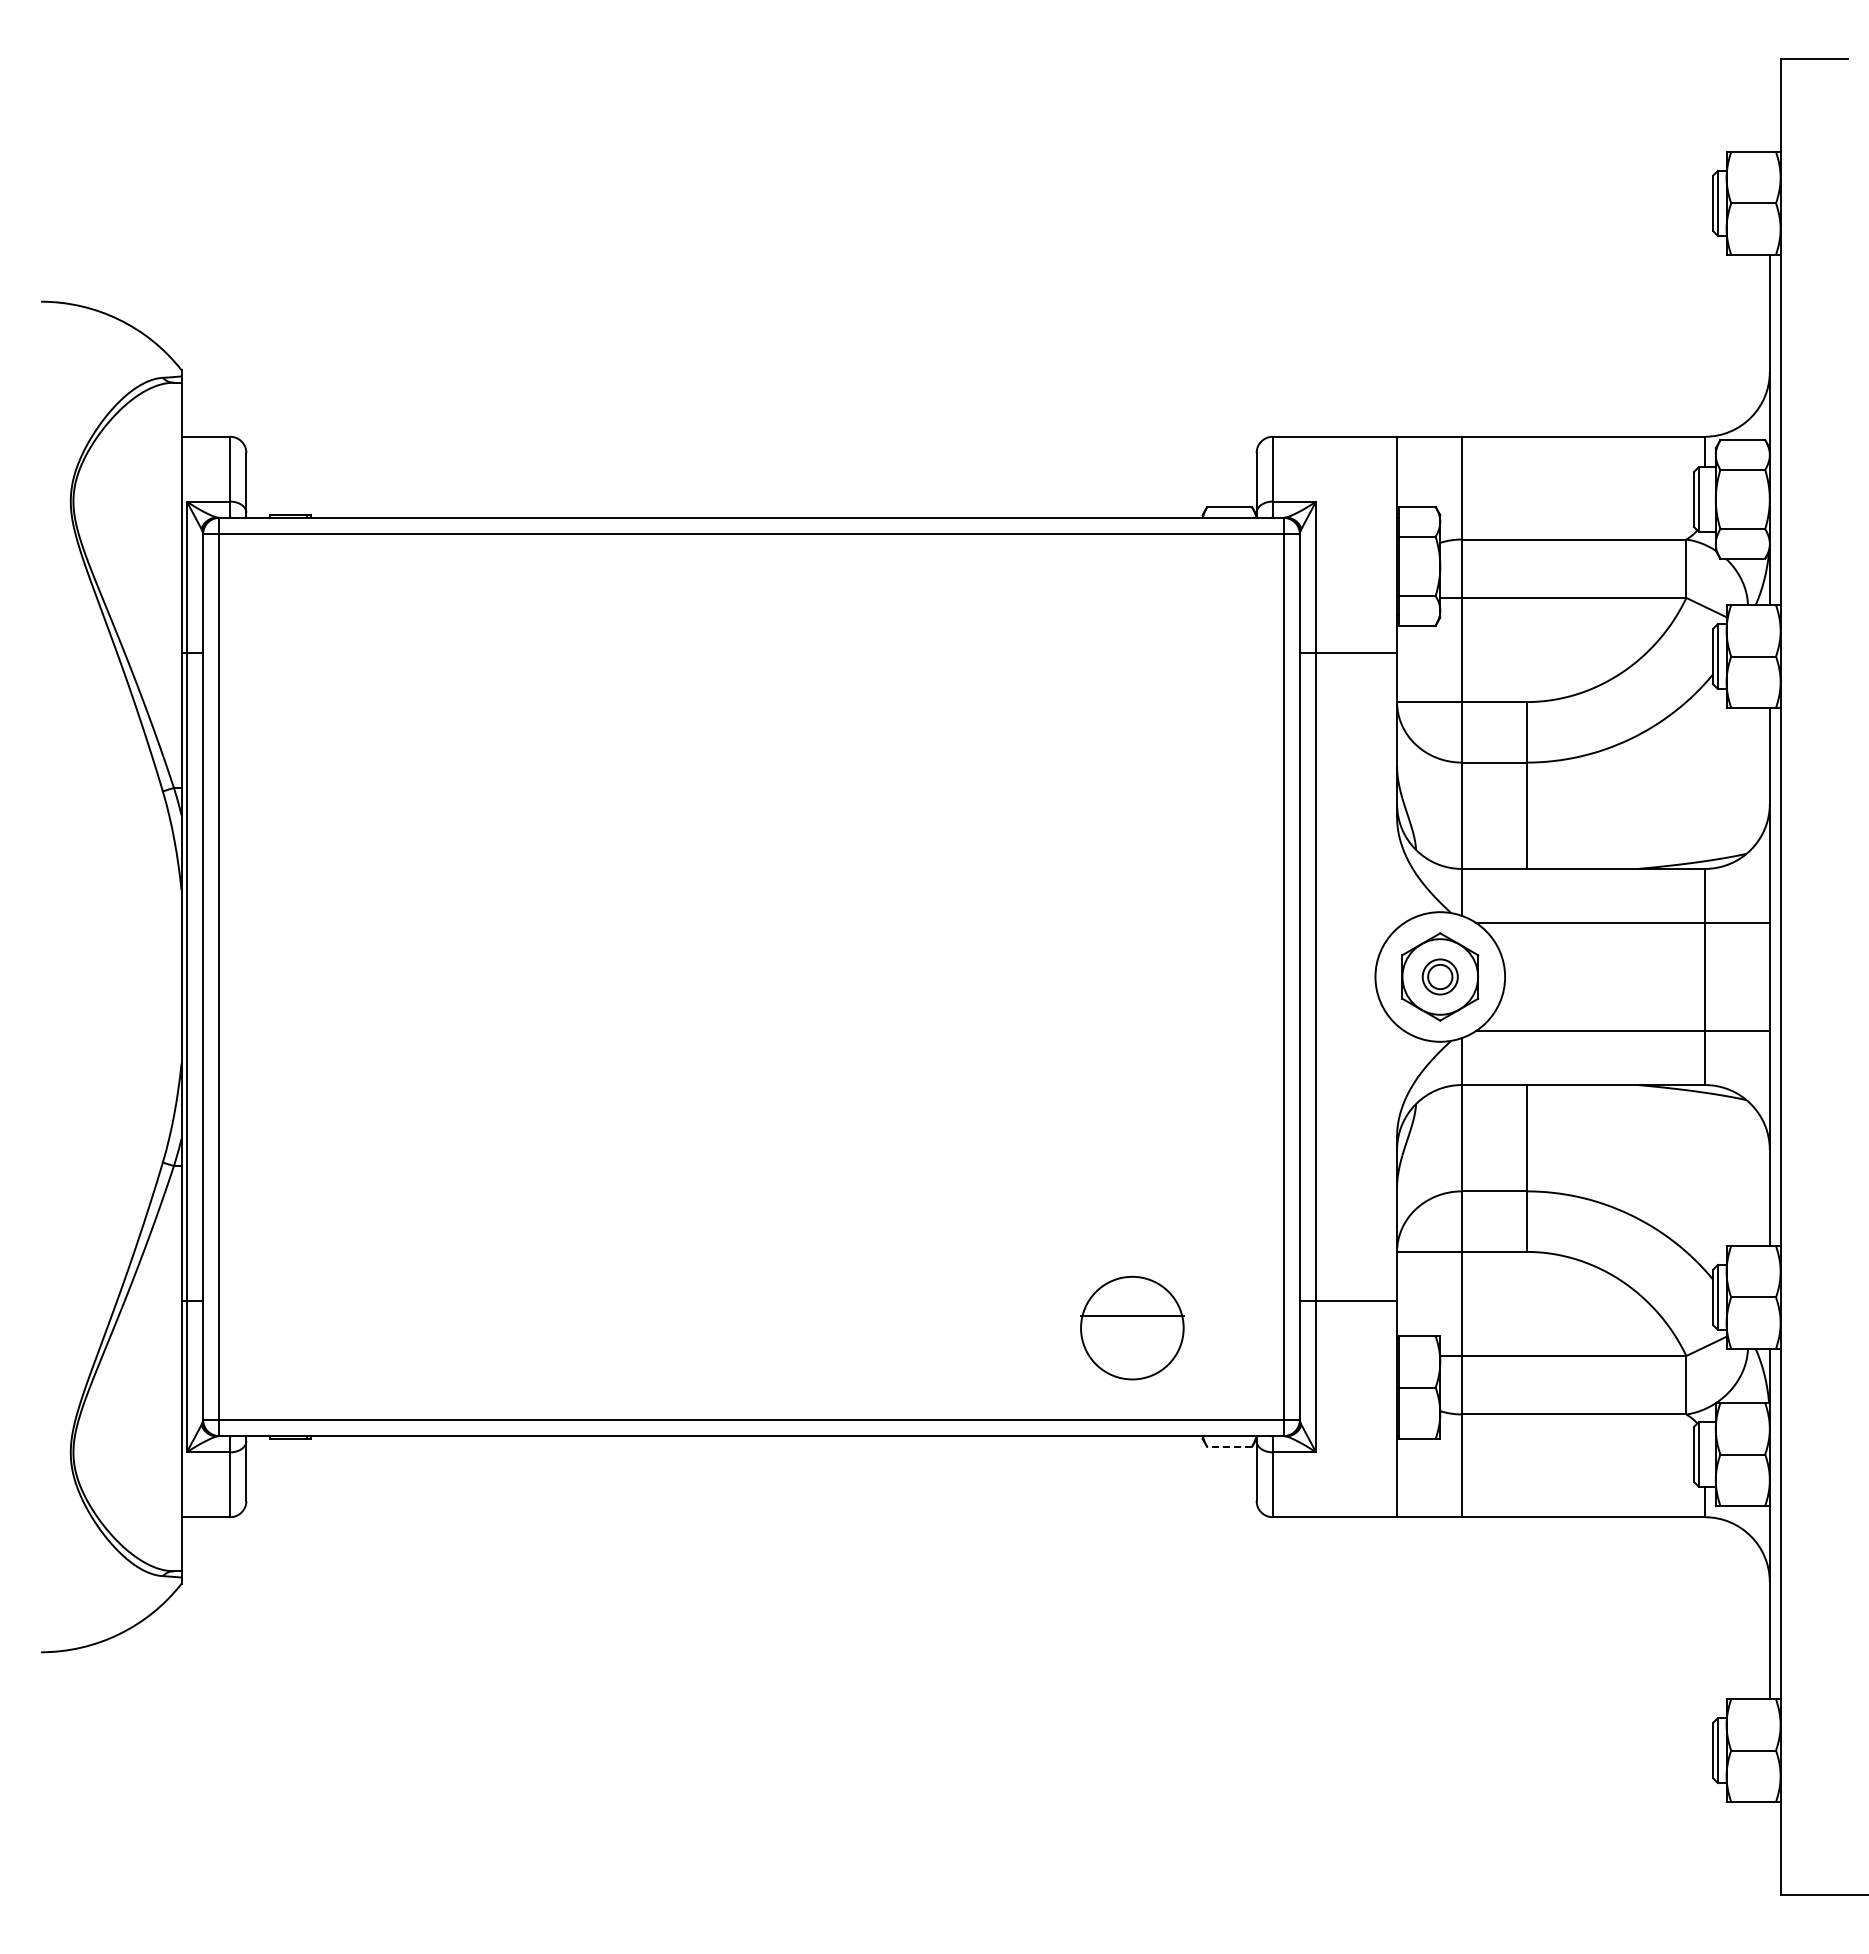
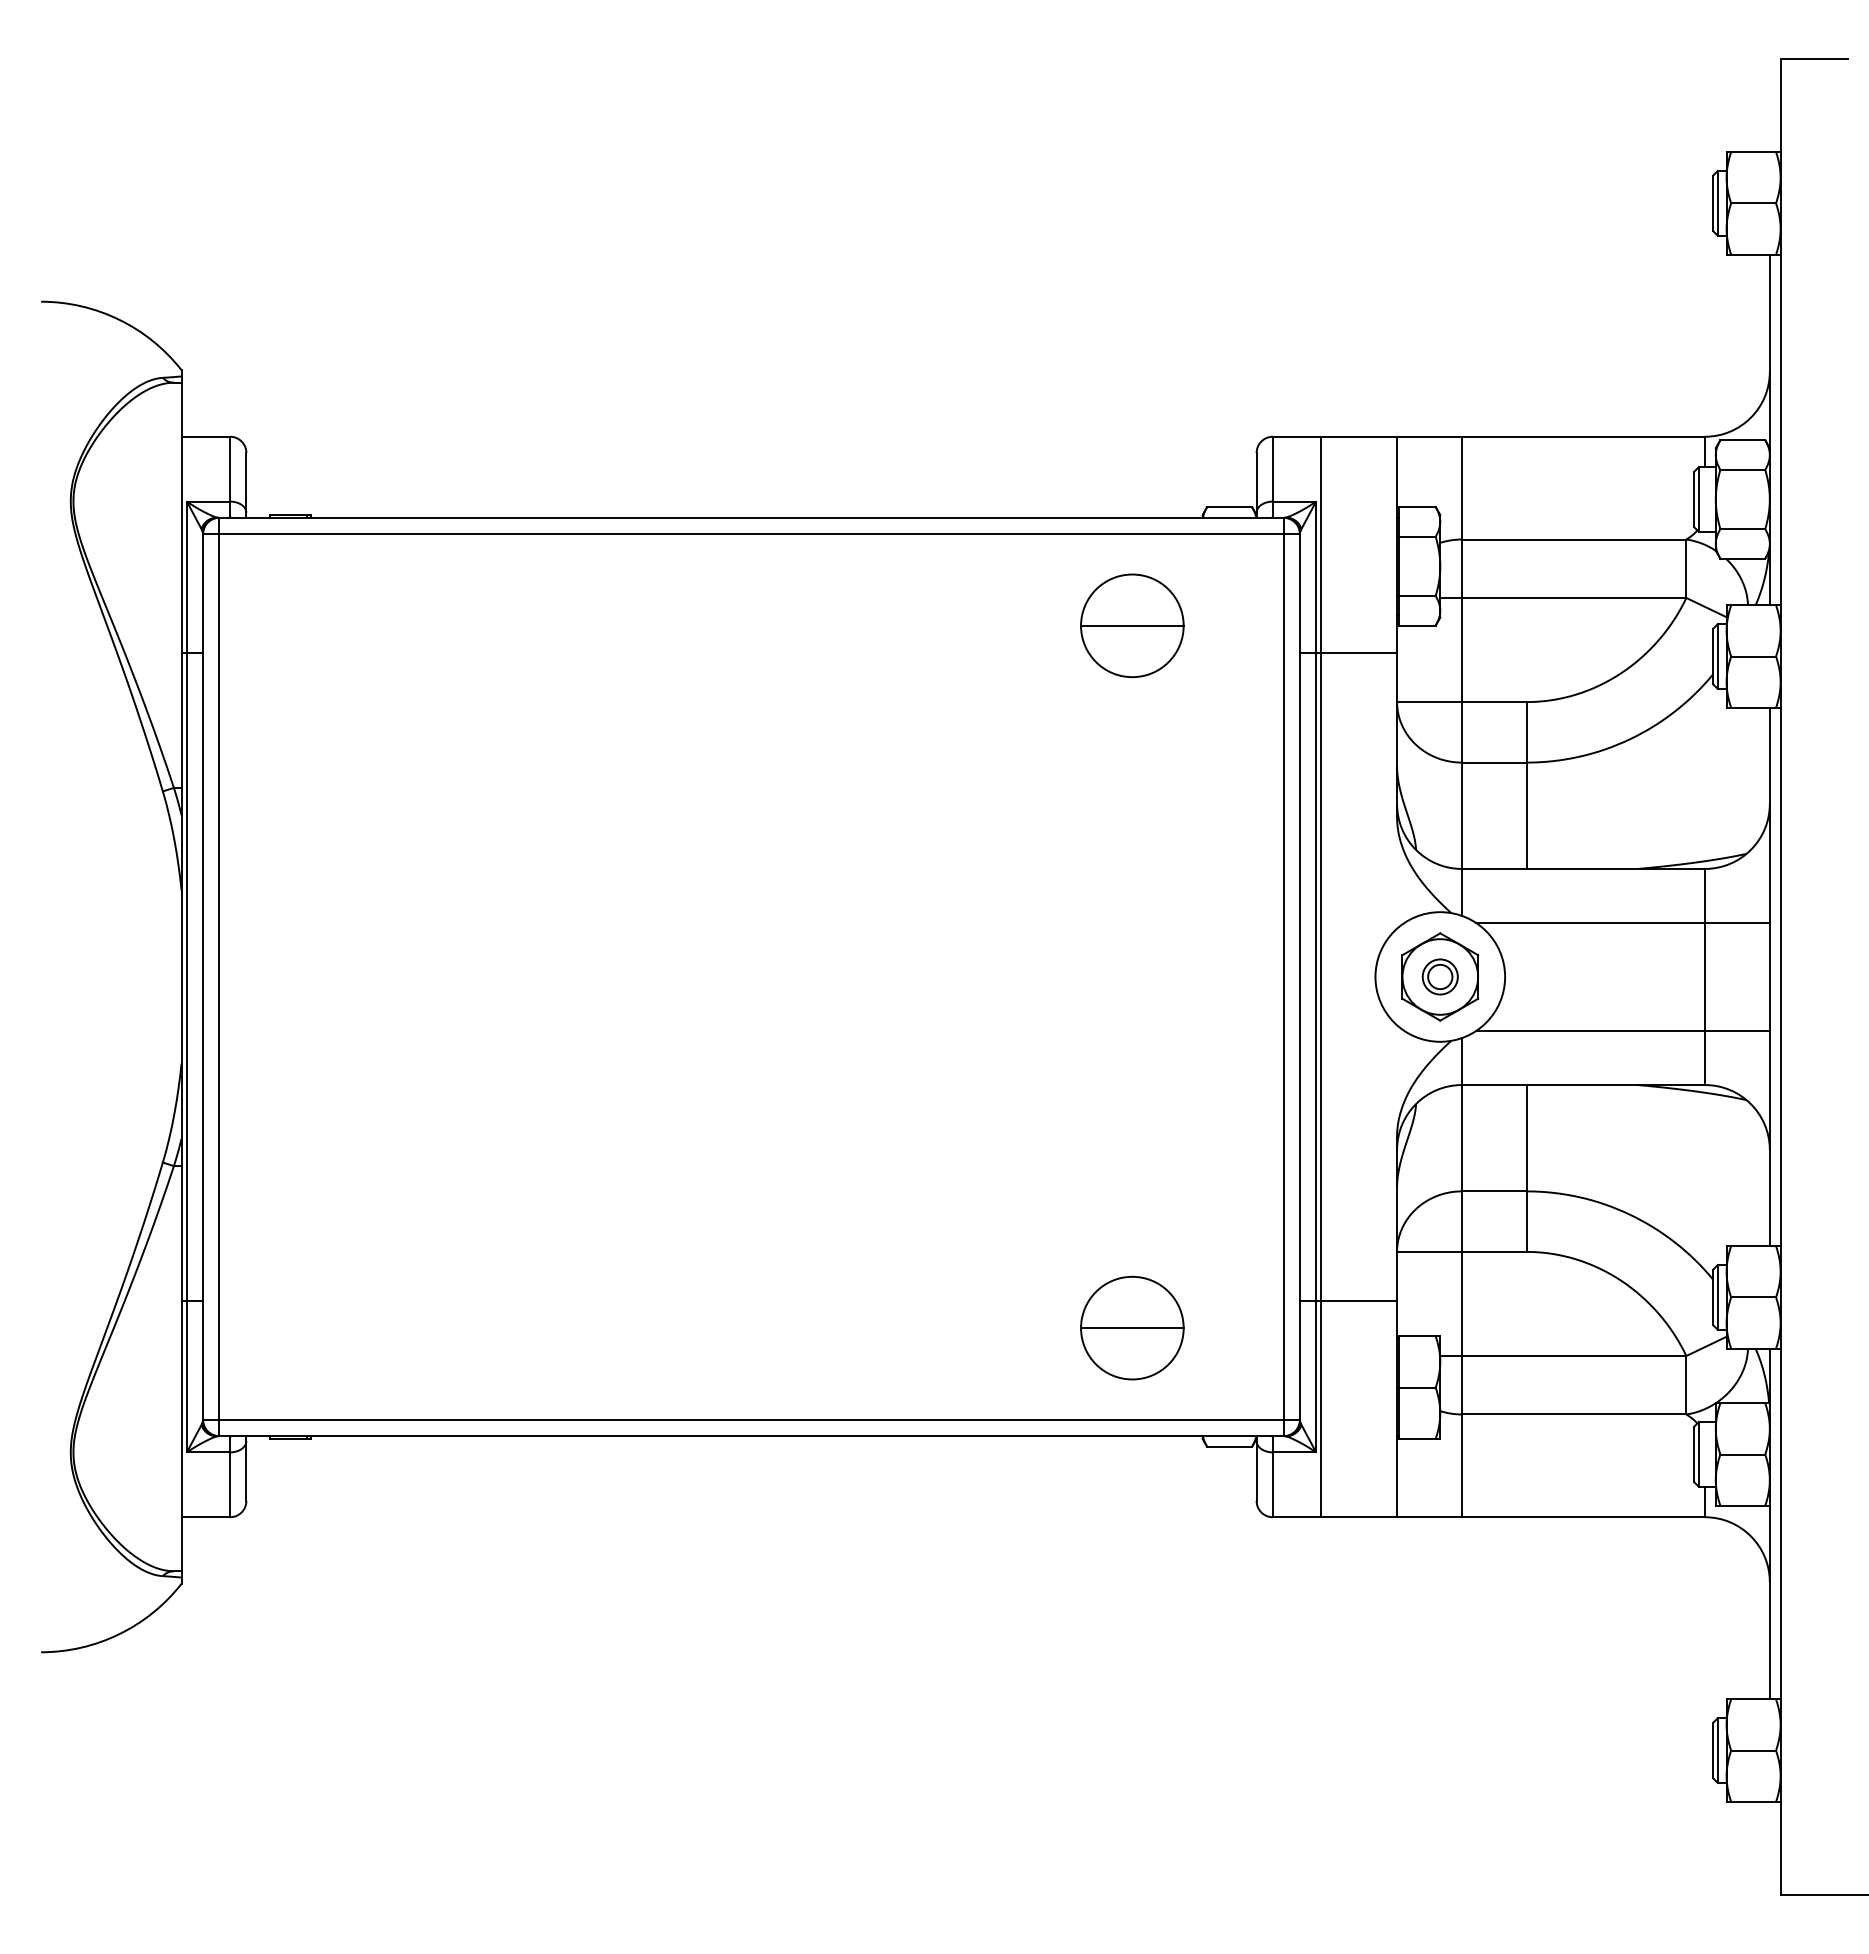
part at (1132, 625): none -> present
line at (1321, 976): none -> present
line at (1132, 1316) position: (1132, 1316) -> (1132, 1328)
line at (1229, 1446): dashed -> solid
